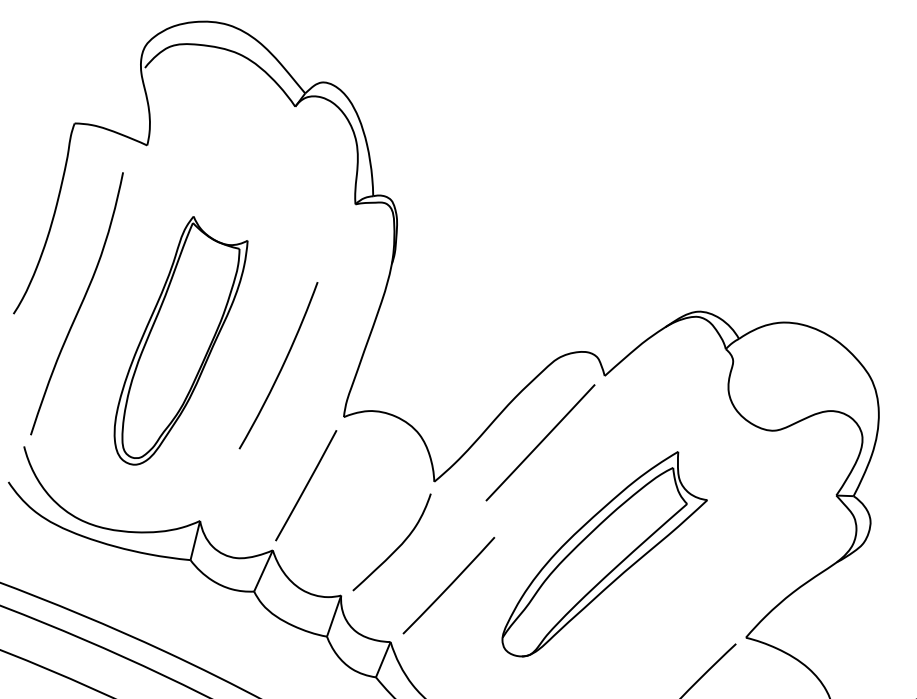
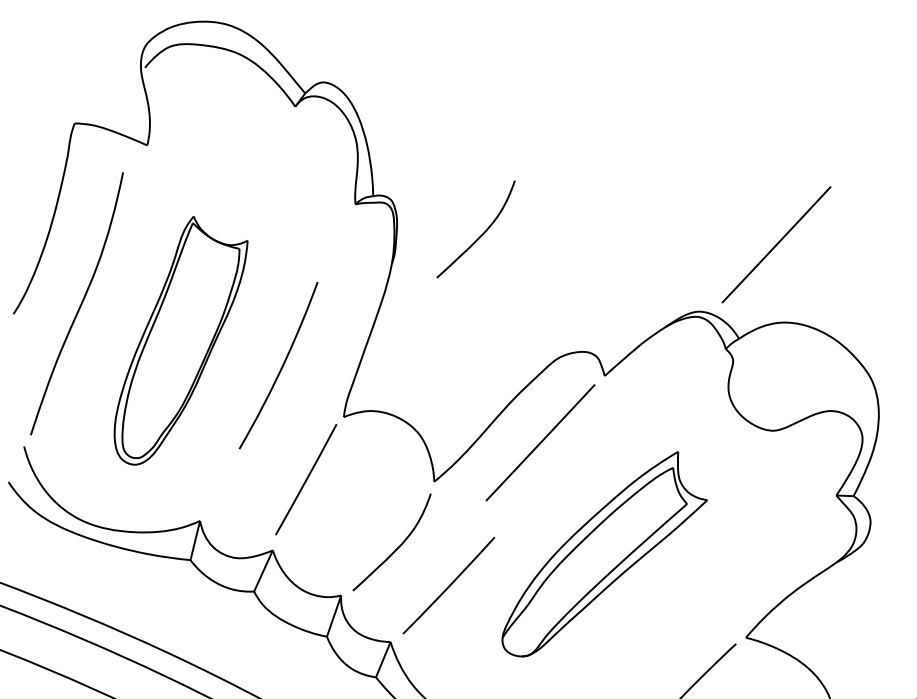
curve at (481, 234): none -> present
line at (776, 244): none -> present
line at (306, 485) position: (306, 485) -> (306, 479)
